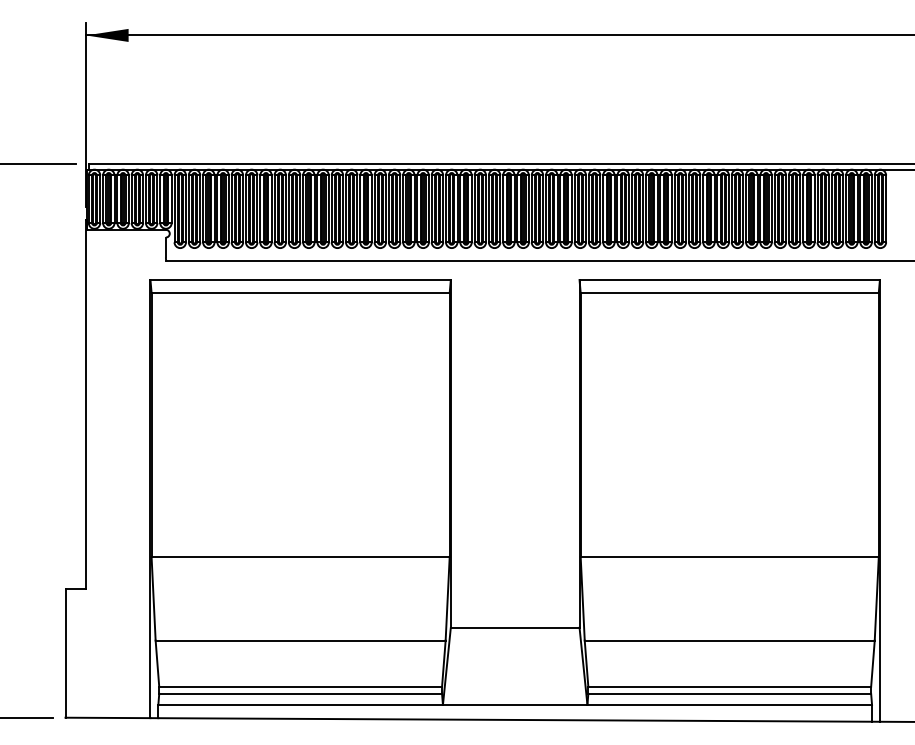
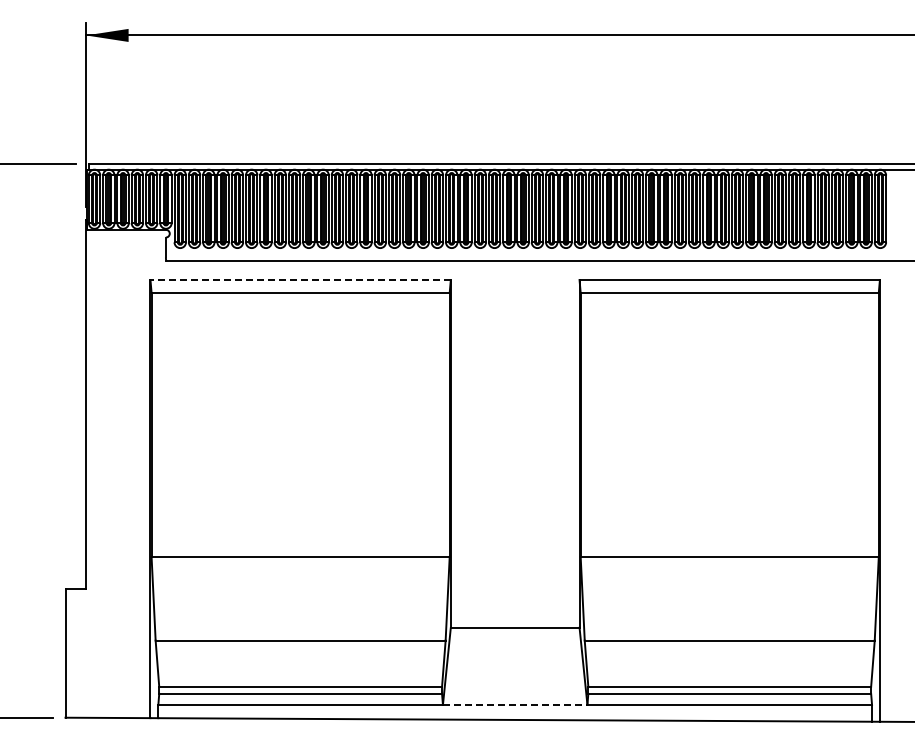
line at (300, 280): solid -> dashed
line at (515, 704): solid -> dashed
